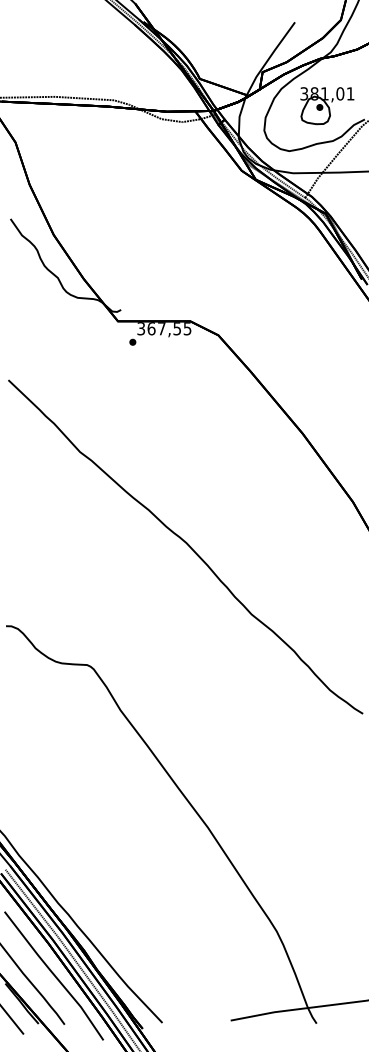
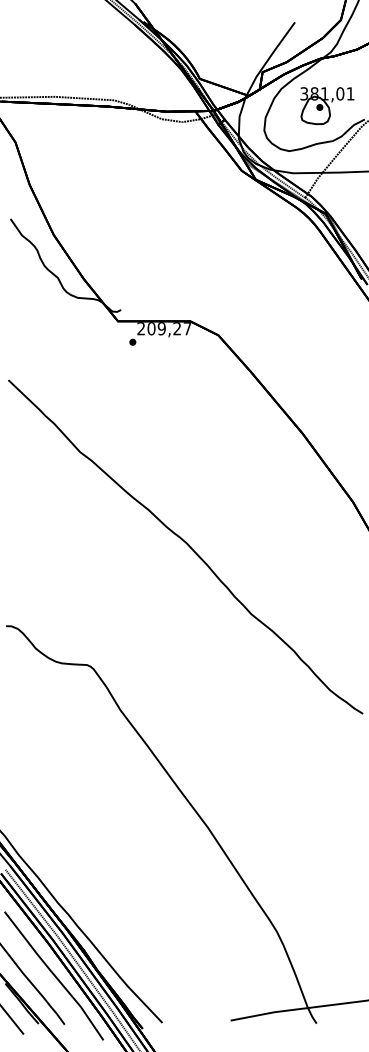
text at (164, 328): 367,55 -> 209,27
